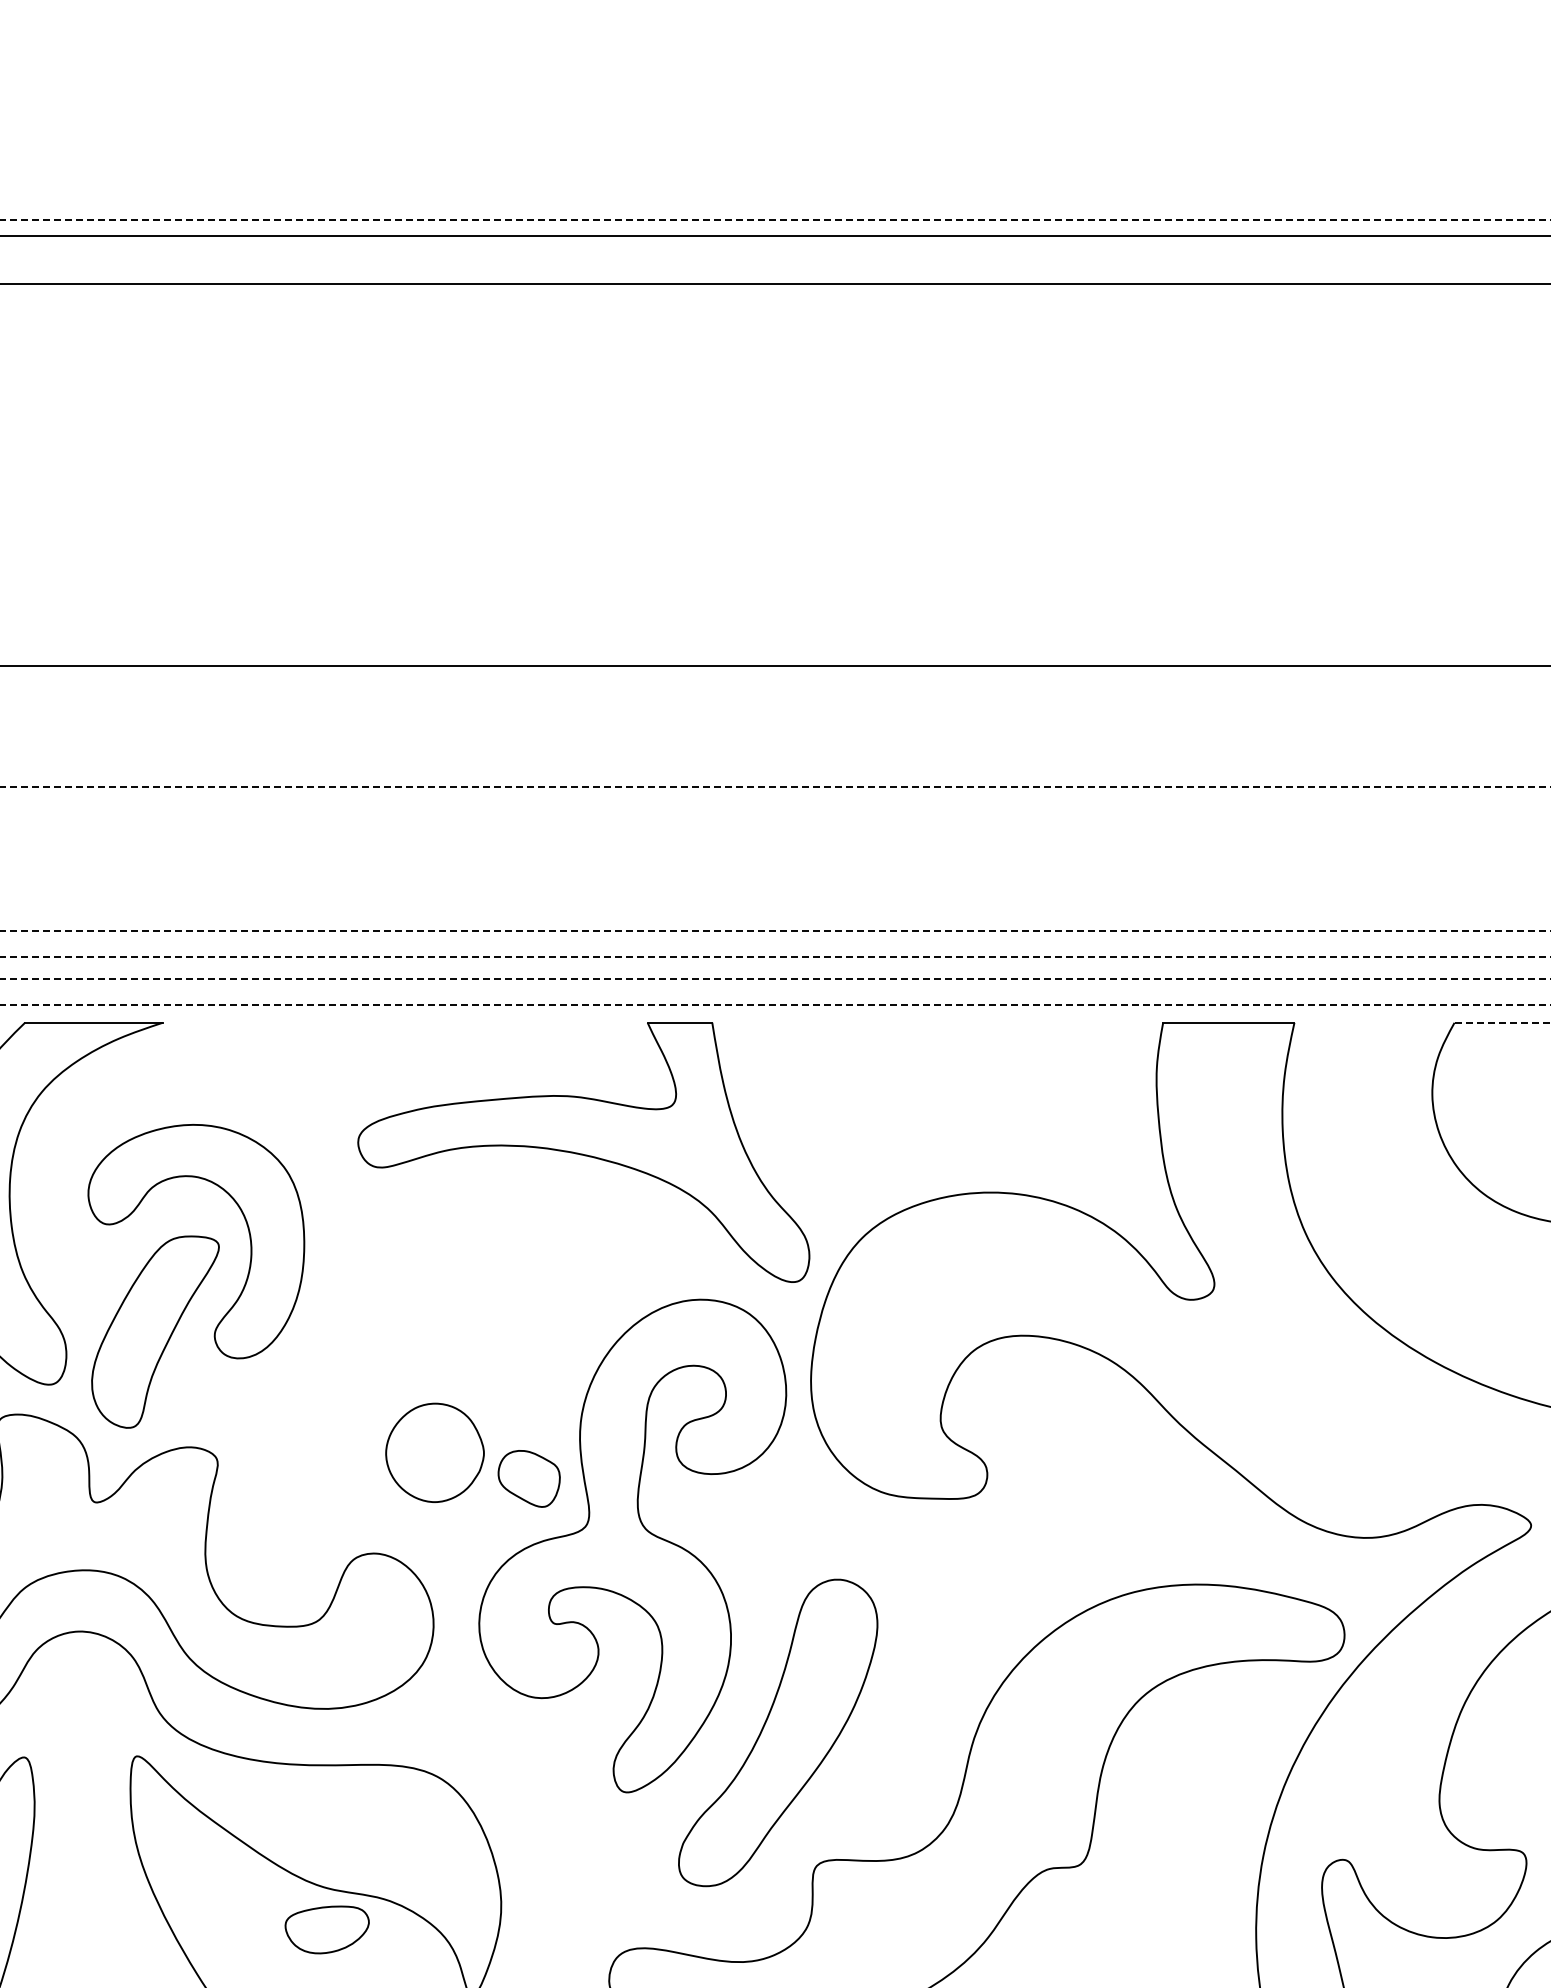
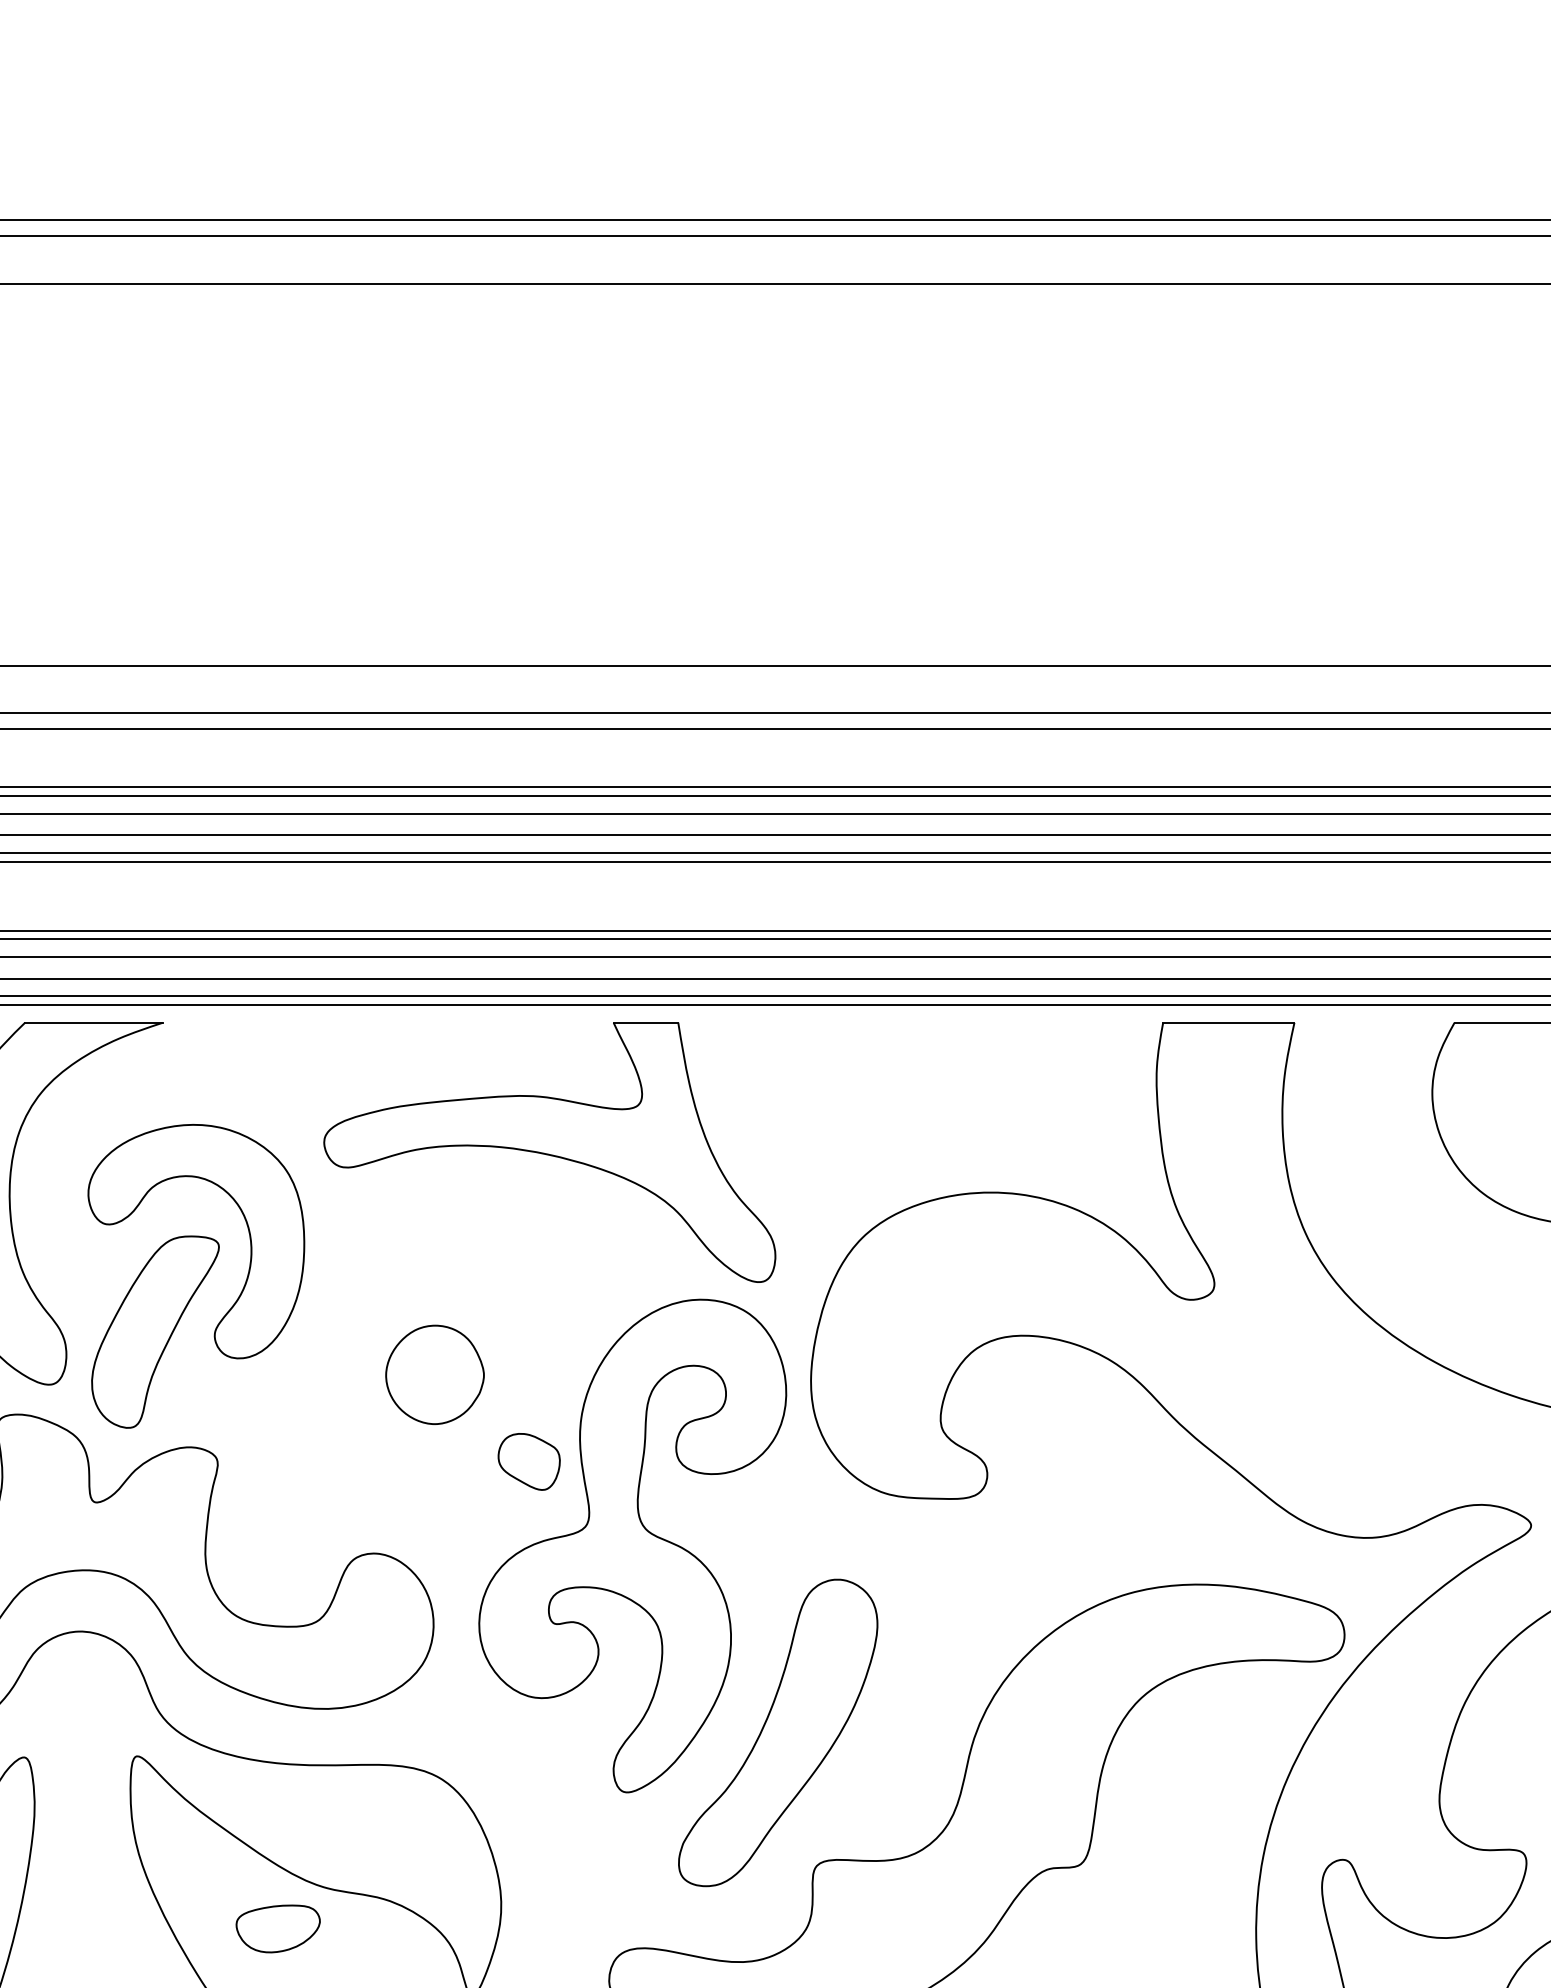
line at (776, 219): dashed -> solid
line at (774, 713): none -> present
line at (774, 729): none -> present
line at (776, 787): dashed -> solid
line at (774, 796): none -> present
line at (774, 813): none -> present
line at (774, 835): none -> present
line at (774, 853): none -> present
line at (774, 861): none -> present
line at (776, 930): dashed -> solid
line at (774, 939): none -> present
line at (775, 957): dashed -> solid
line at (776, 978): dashed -> solid
line at (774, 996): none -> present
line at (775, 1004): dashed -> solid
line at (1502, 1022): dashed -> solid
part at (583, 1152) position: (583, 1152) -> (549, 1152)
part at (434, 1452) position: (434, 1452) -> (434, 1374)
part at (528, 1478) position: (528, 1478) -> (528, 1461)
part at (326, 1929) position: (326, 1929) -> (277, 1928)
